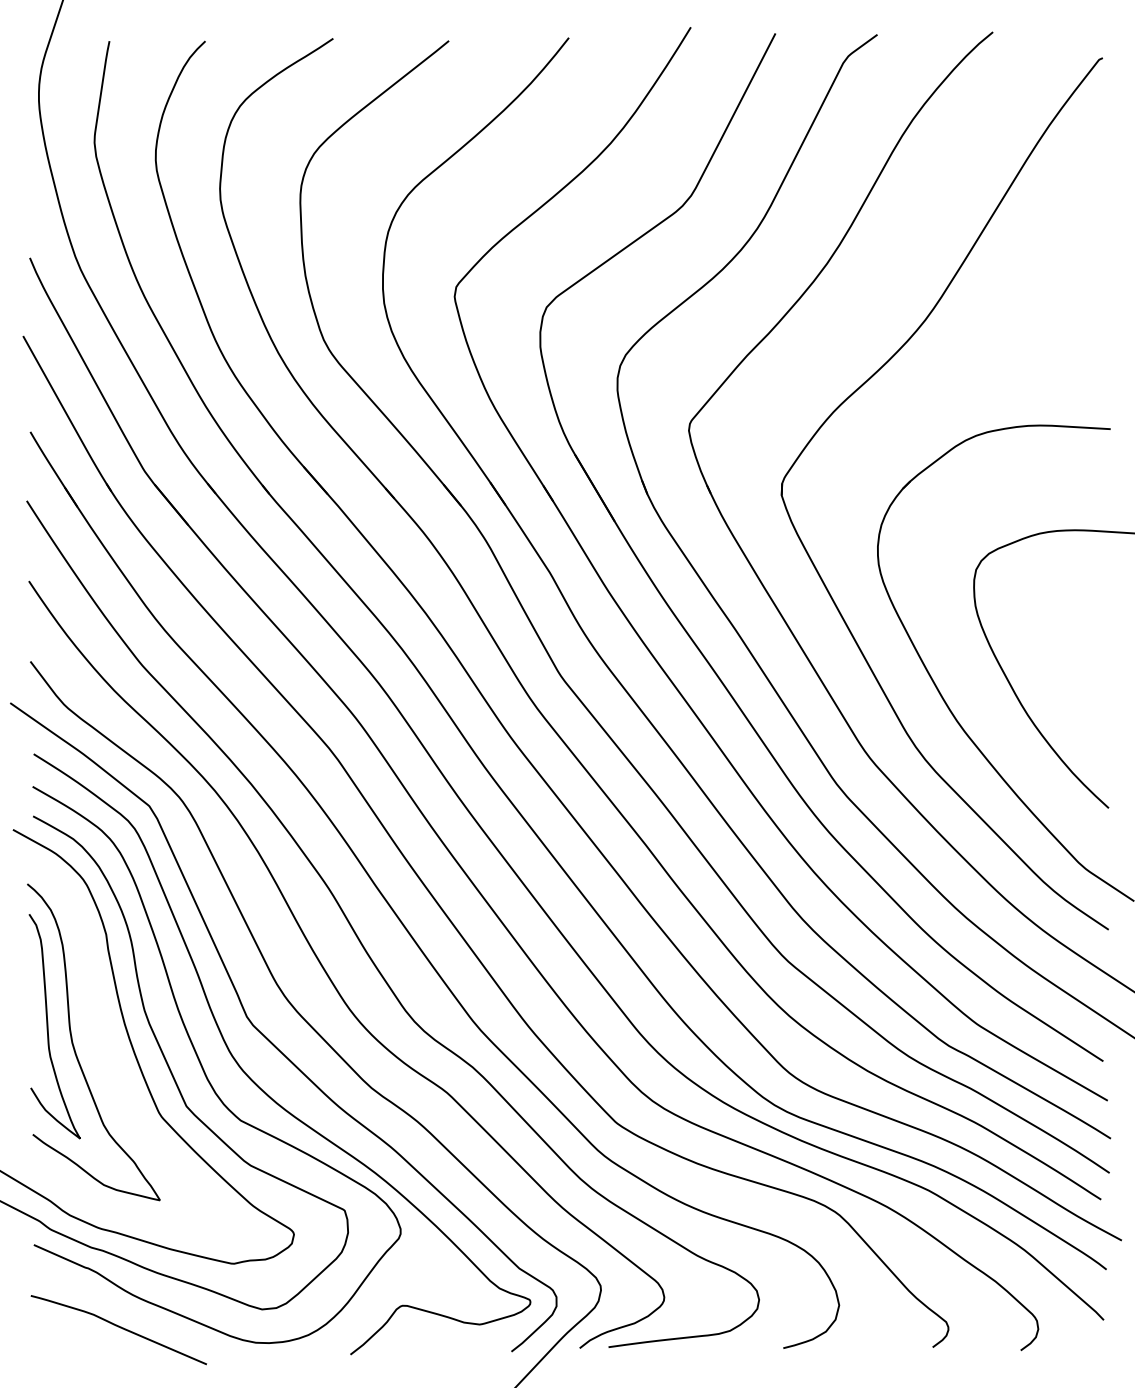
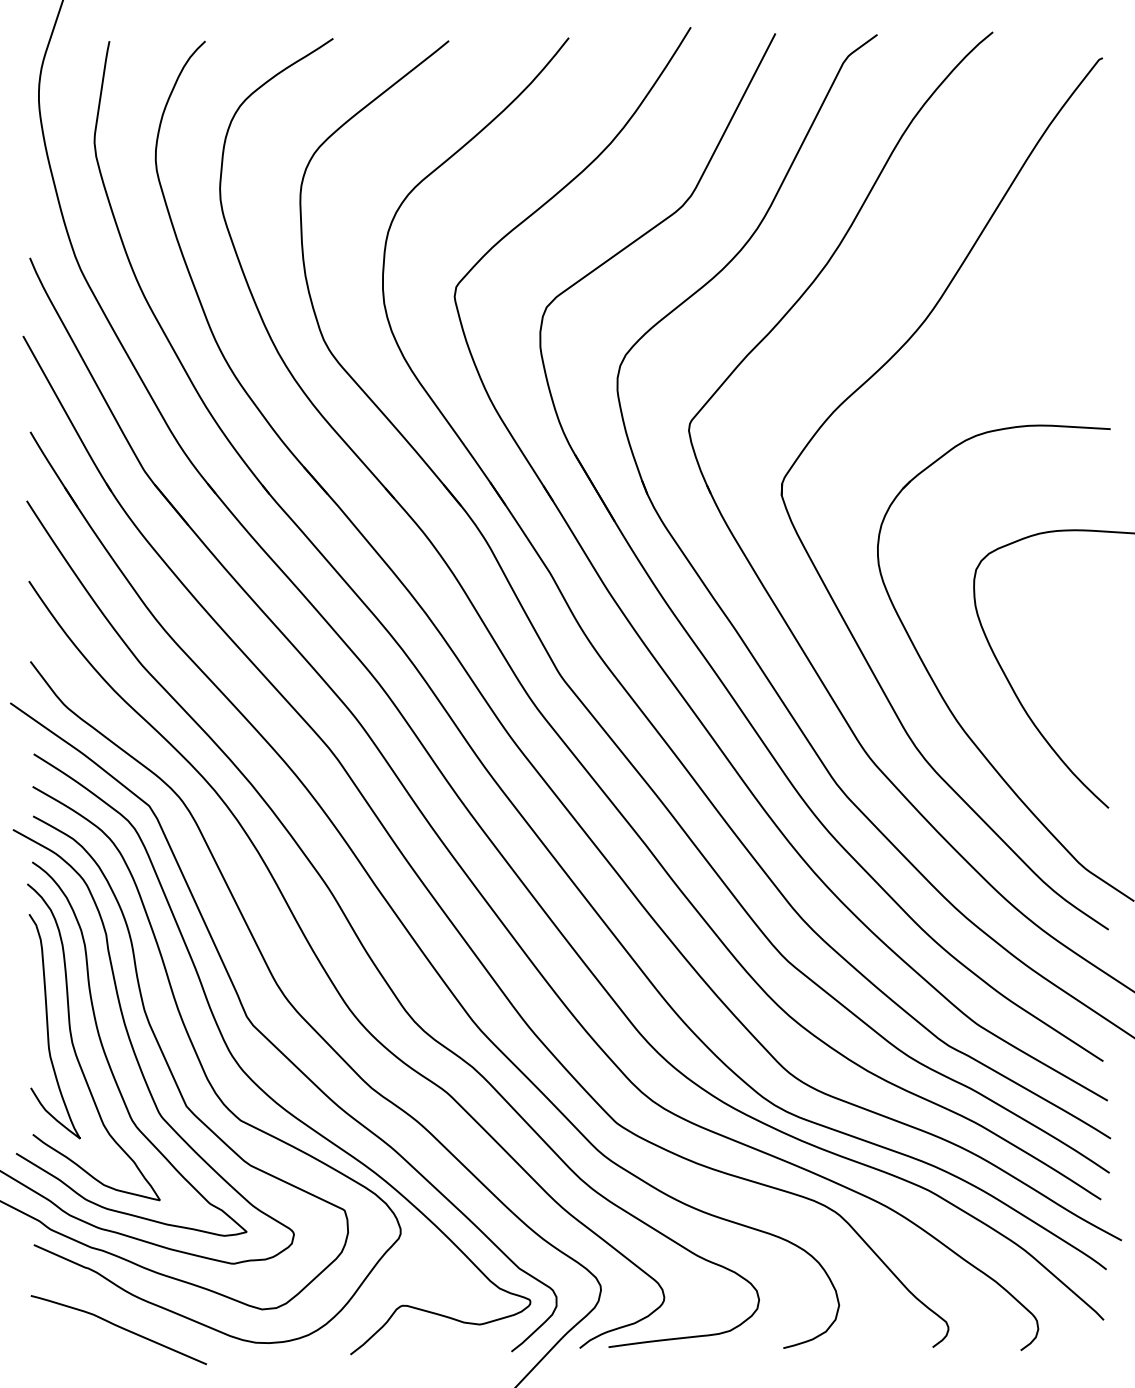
curve at (108, 1059): none -> present
